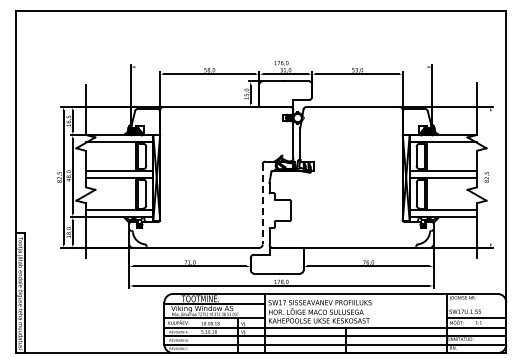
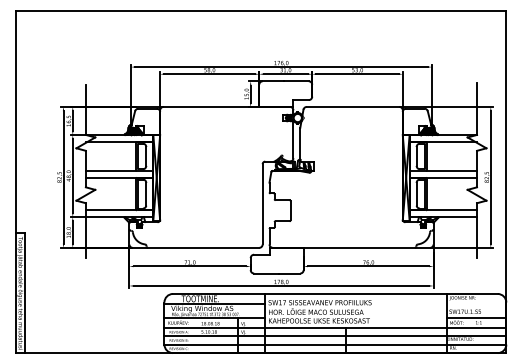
line at (281, 67): none -> present
line at (490, 177): none -> present
line at (262, 204): dashed -> solid
